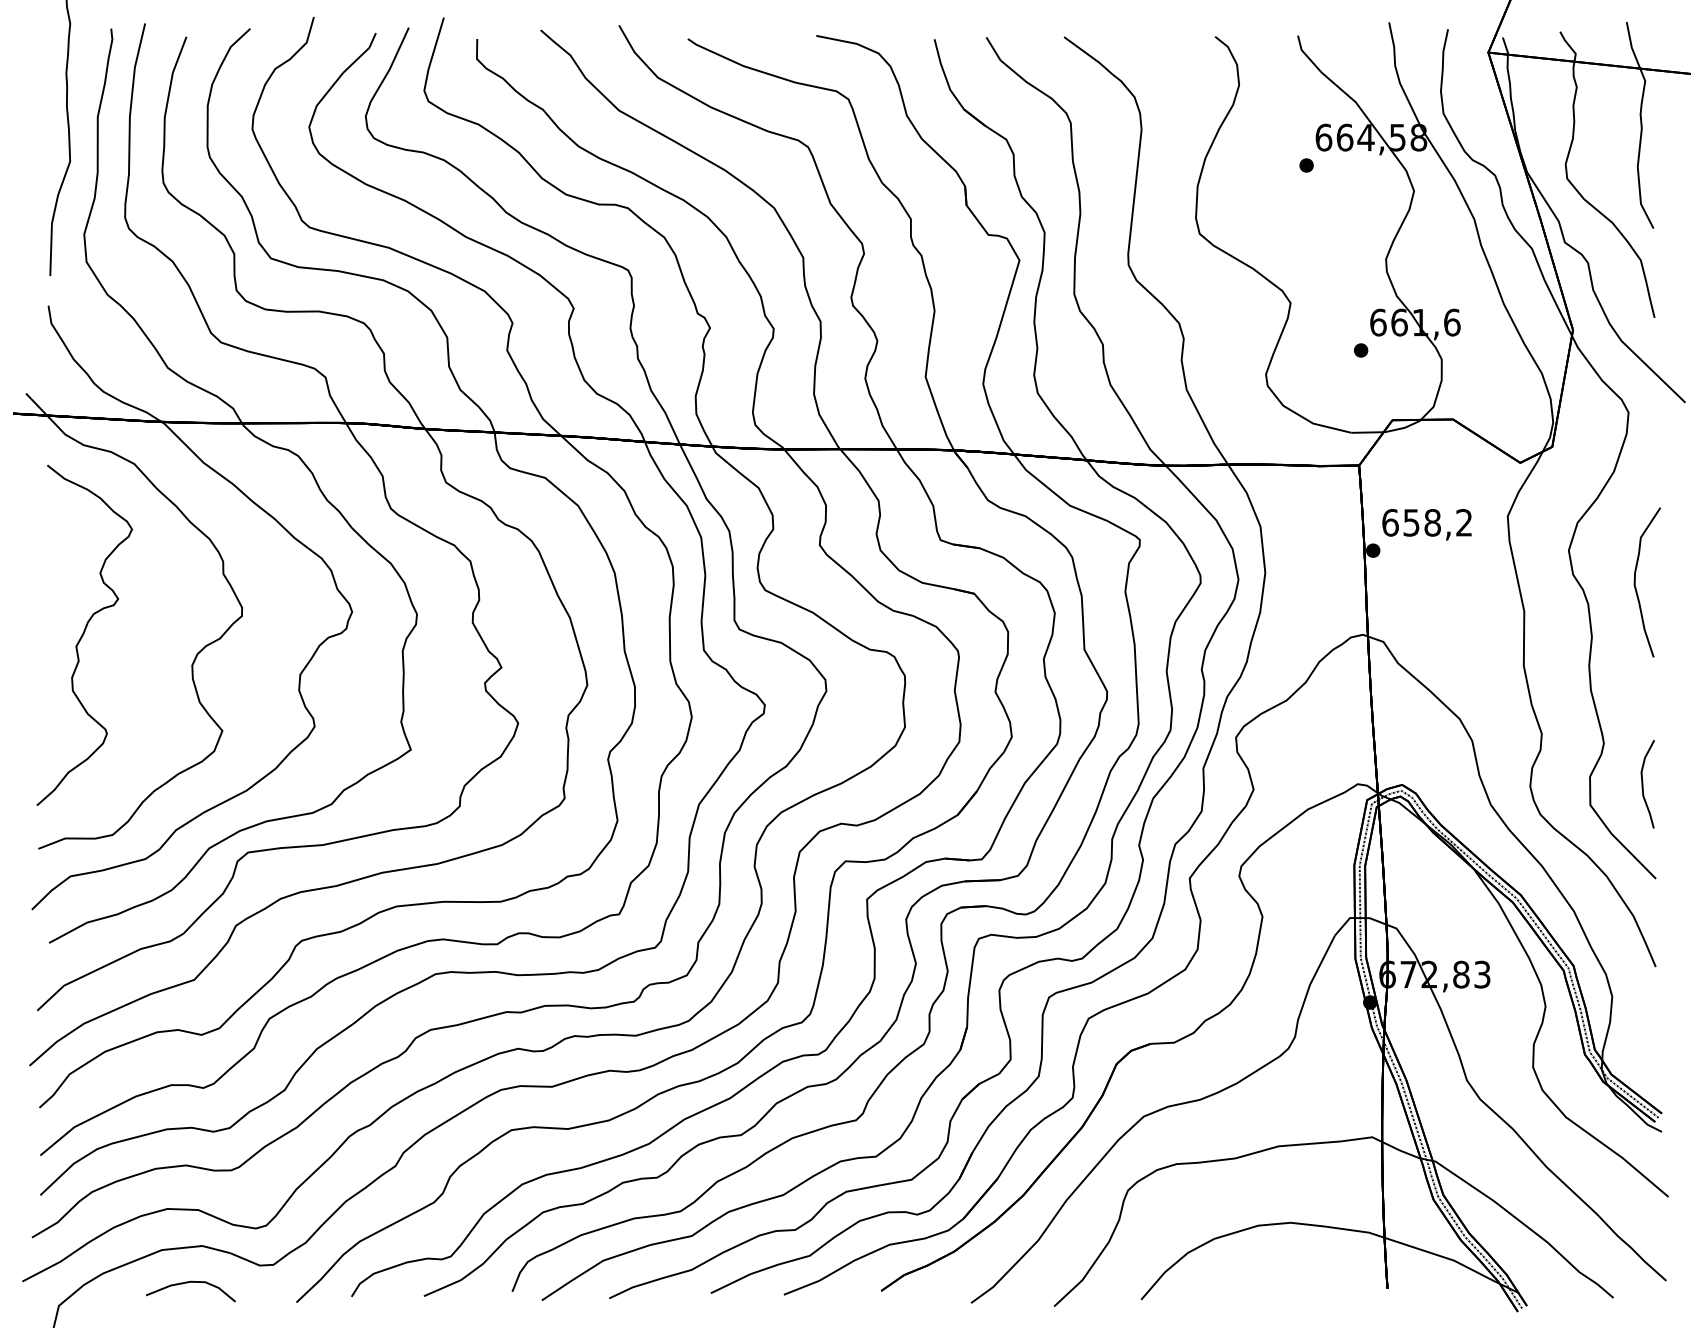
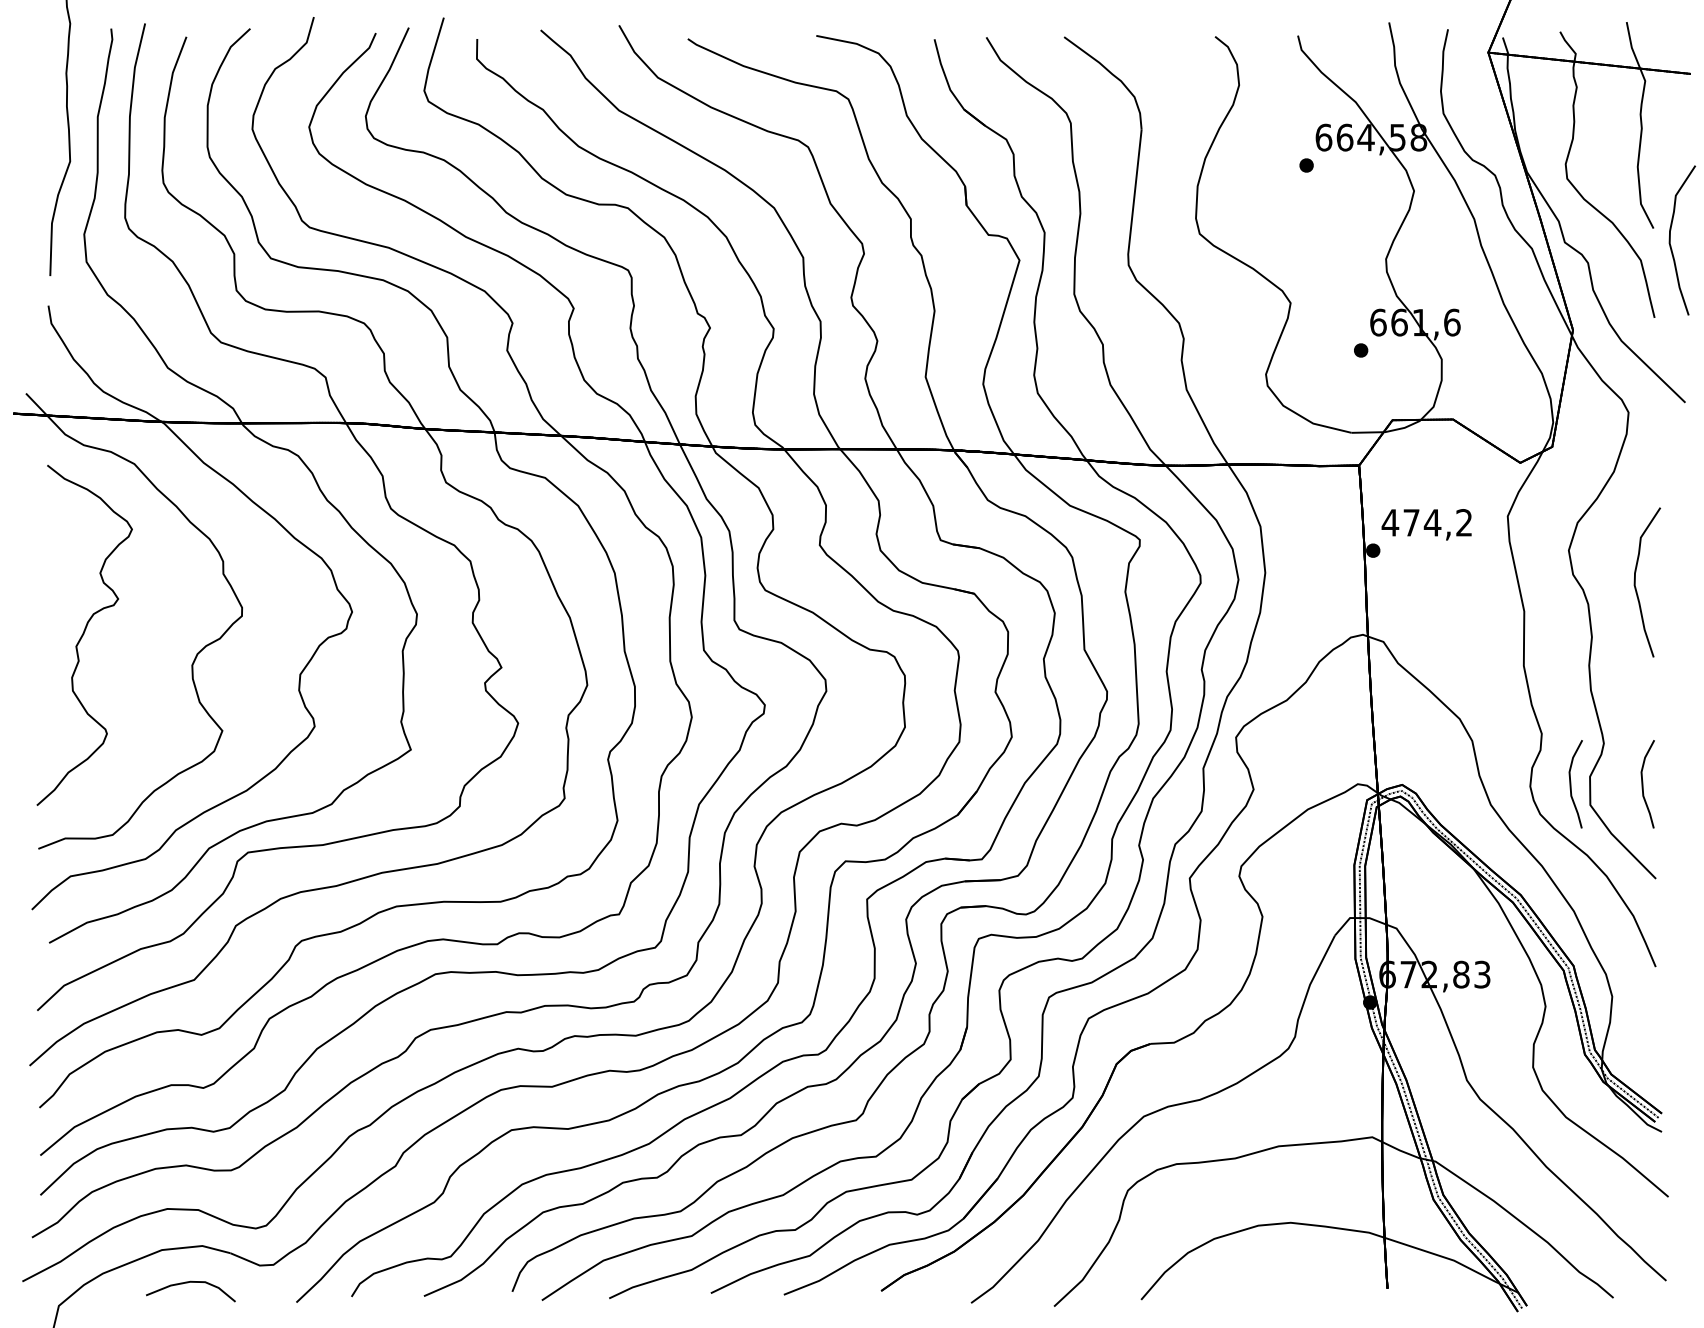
curve at (1670, 240): none -> present
text at (1411, 522): 658,2 -> 474,2
curve at (1571, 784): none -> present
